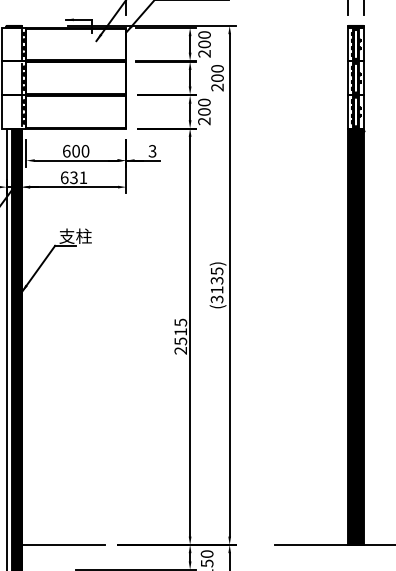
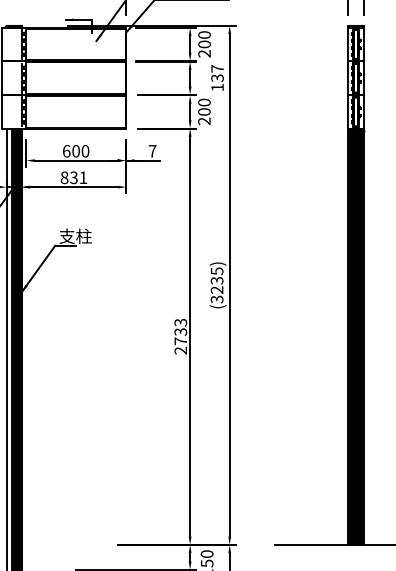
text at (217, 78): 200 -> 137
text at (152, 150): 3 -> 7
text at (64, 177): 631 -> 831
text at (216, 289): (3135) -> (3235)
text at (180, 331): 2515 -> 2733
line at (63, 544): present -> none
